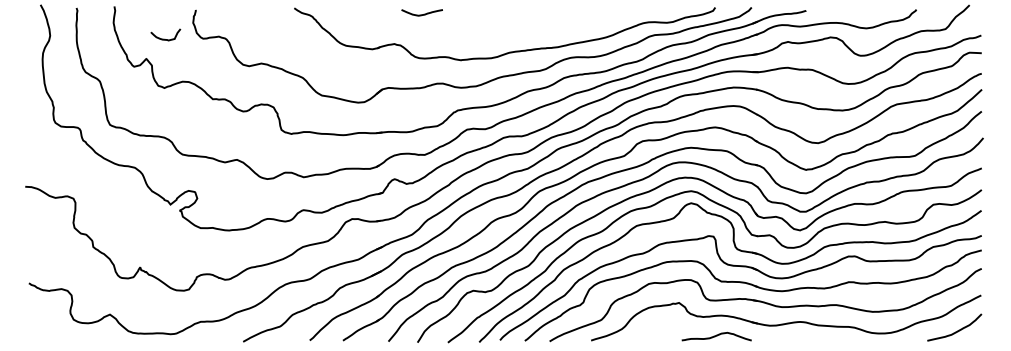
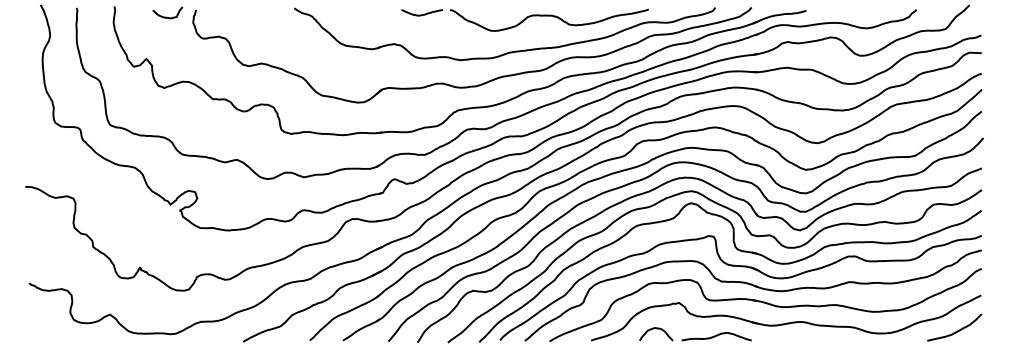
curve at (549, 16): none -> present
curve at (164, 38) position: (164, 38) -> (166, 16)
curve at (656, 329): none -> present
